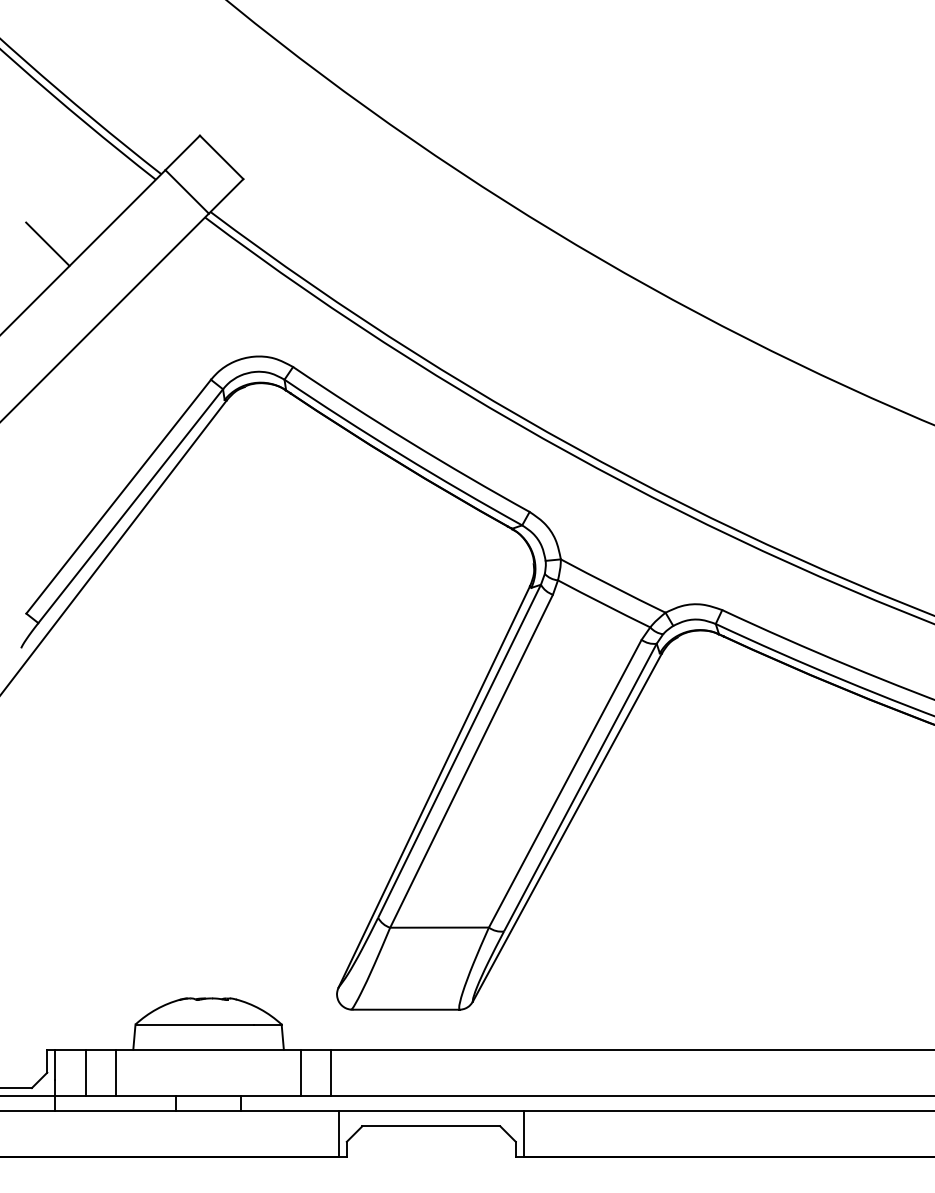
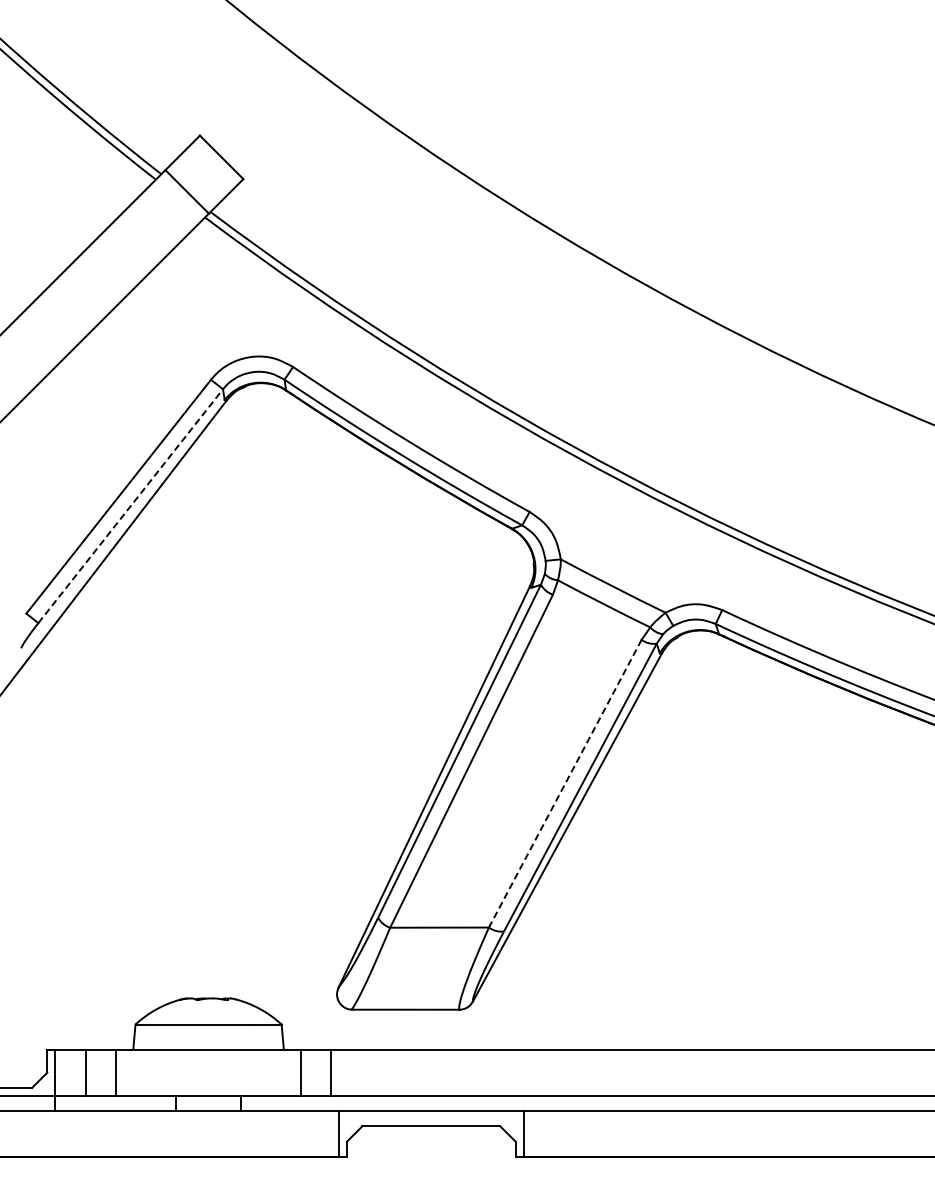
line at (47, 243): present -> none
line at (130, 506): solid -> dashed
line at (565, 783): solid -> dashed
